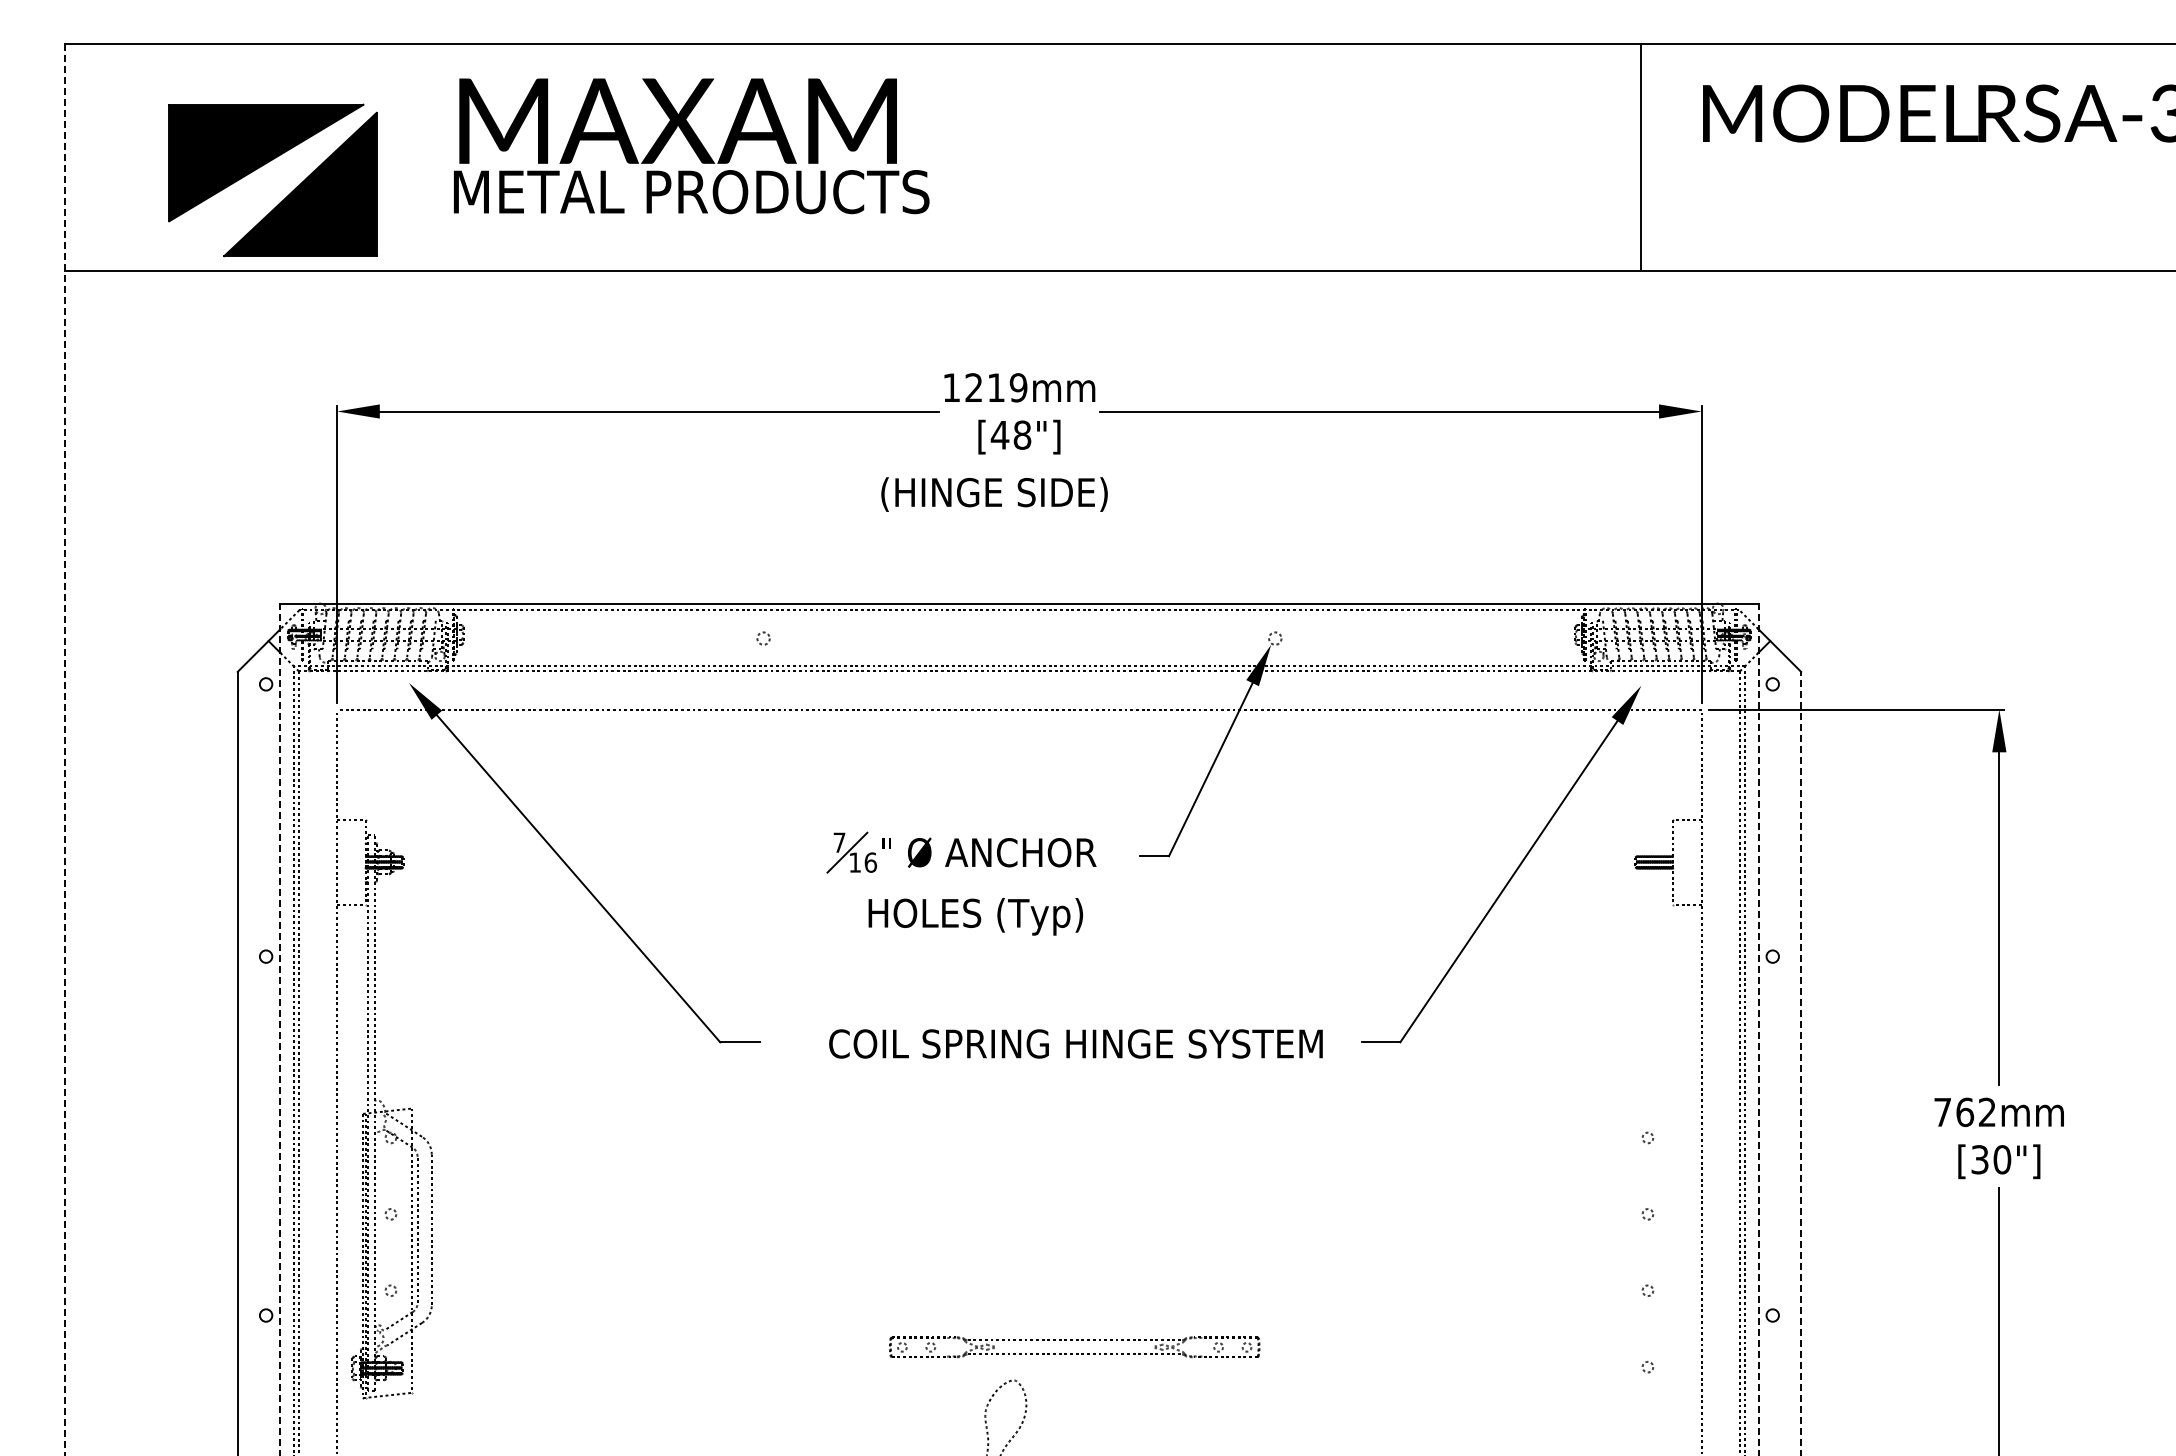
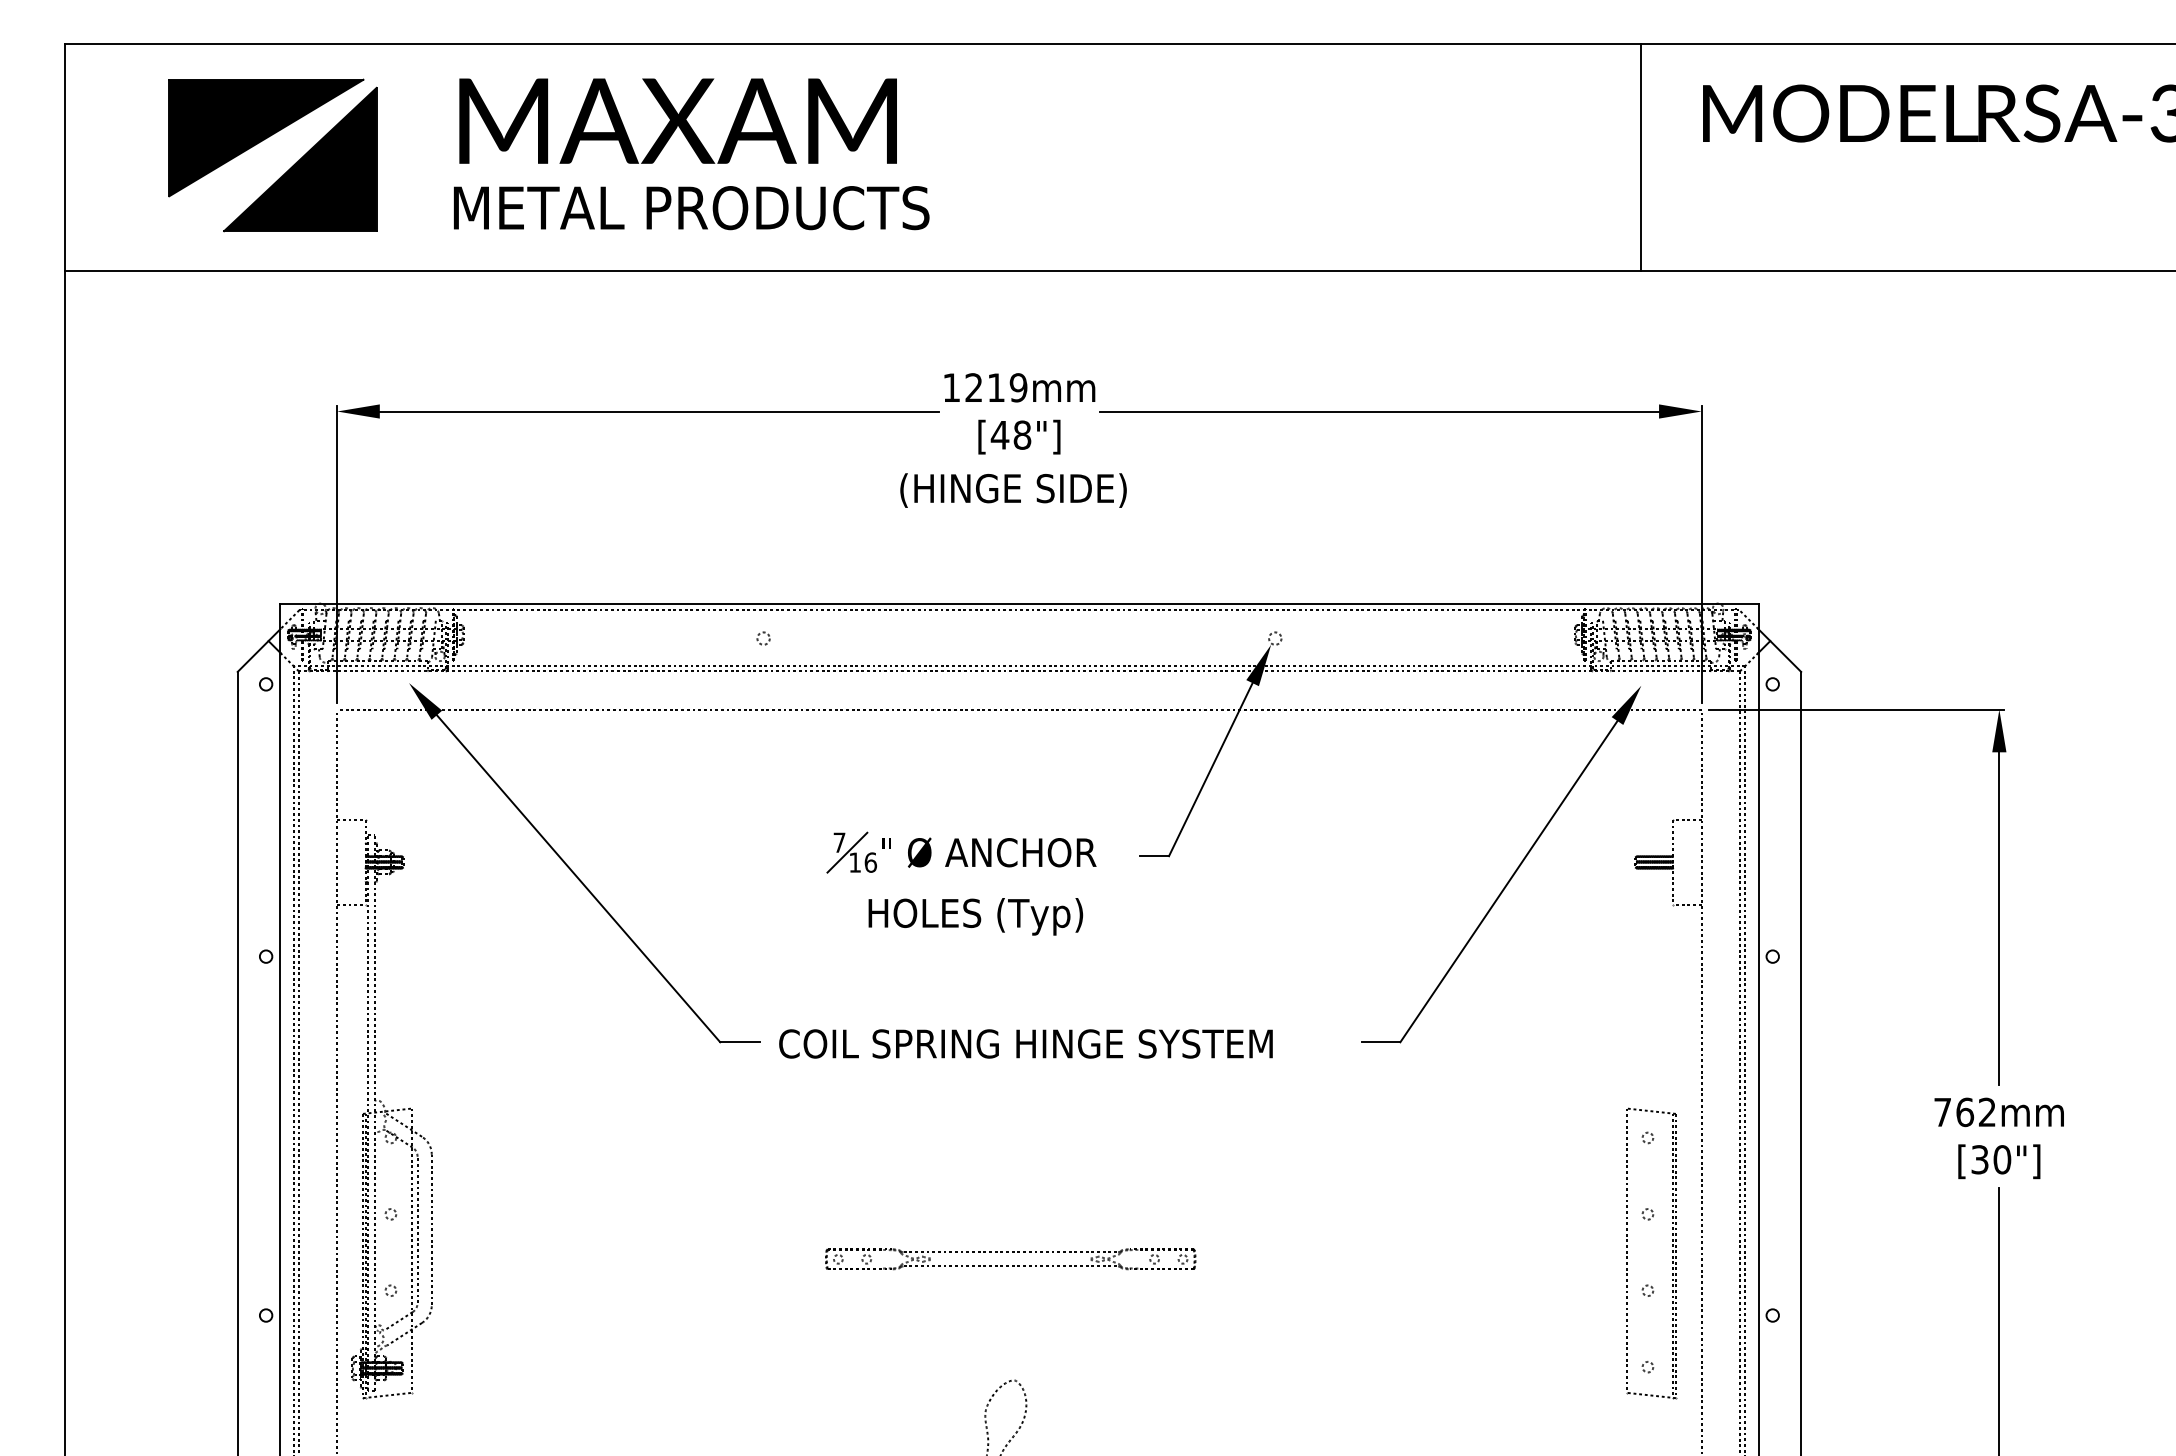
part at (264, 165) position: (264, 165) -> (264, 140)
text at (691, 192) position: (691, 192) -> (691, 208)
text at (994, 494) position: (994, 494) -> (1013, 490)
line at (65, 749): dashed -> solid
line at (280, 1029): dashed -> solid
line at (1758, 1029): dashed -> solid
text at (1075, 1043) position: (1075, 1043) -> (1025, 1043)
line at (1801, 1063): dashed -> solid
part at (1672, 1252): none -> present
part at (1072, 1353) position: (1072, 1353) -> (1008, 1265)
